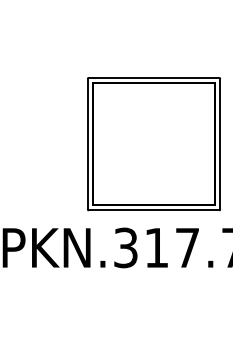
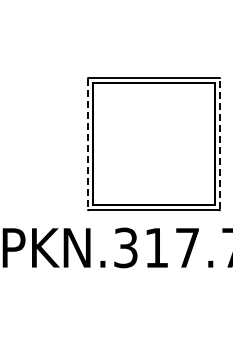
line at (220, 143): solid -> dashed
line at (87, 144): solid -> dashed
